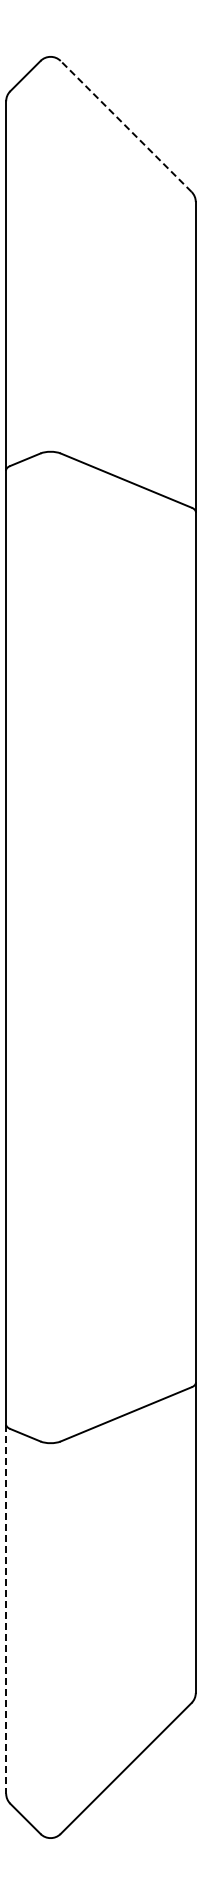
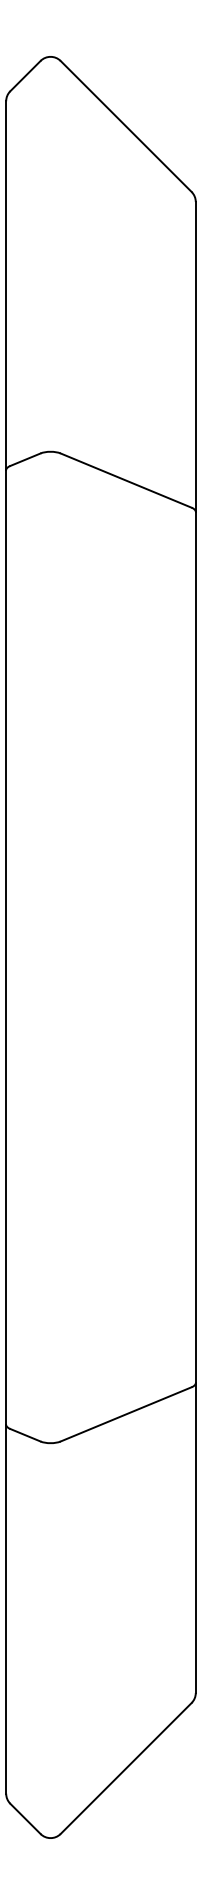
line at (126, 126): dashed -> solid
line at (6, 1609): dashed -> solid
